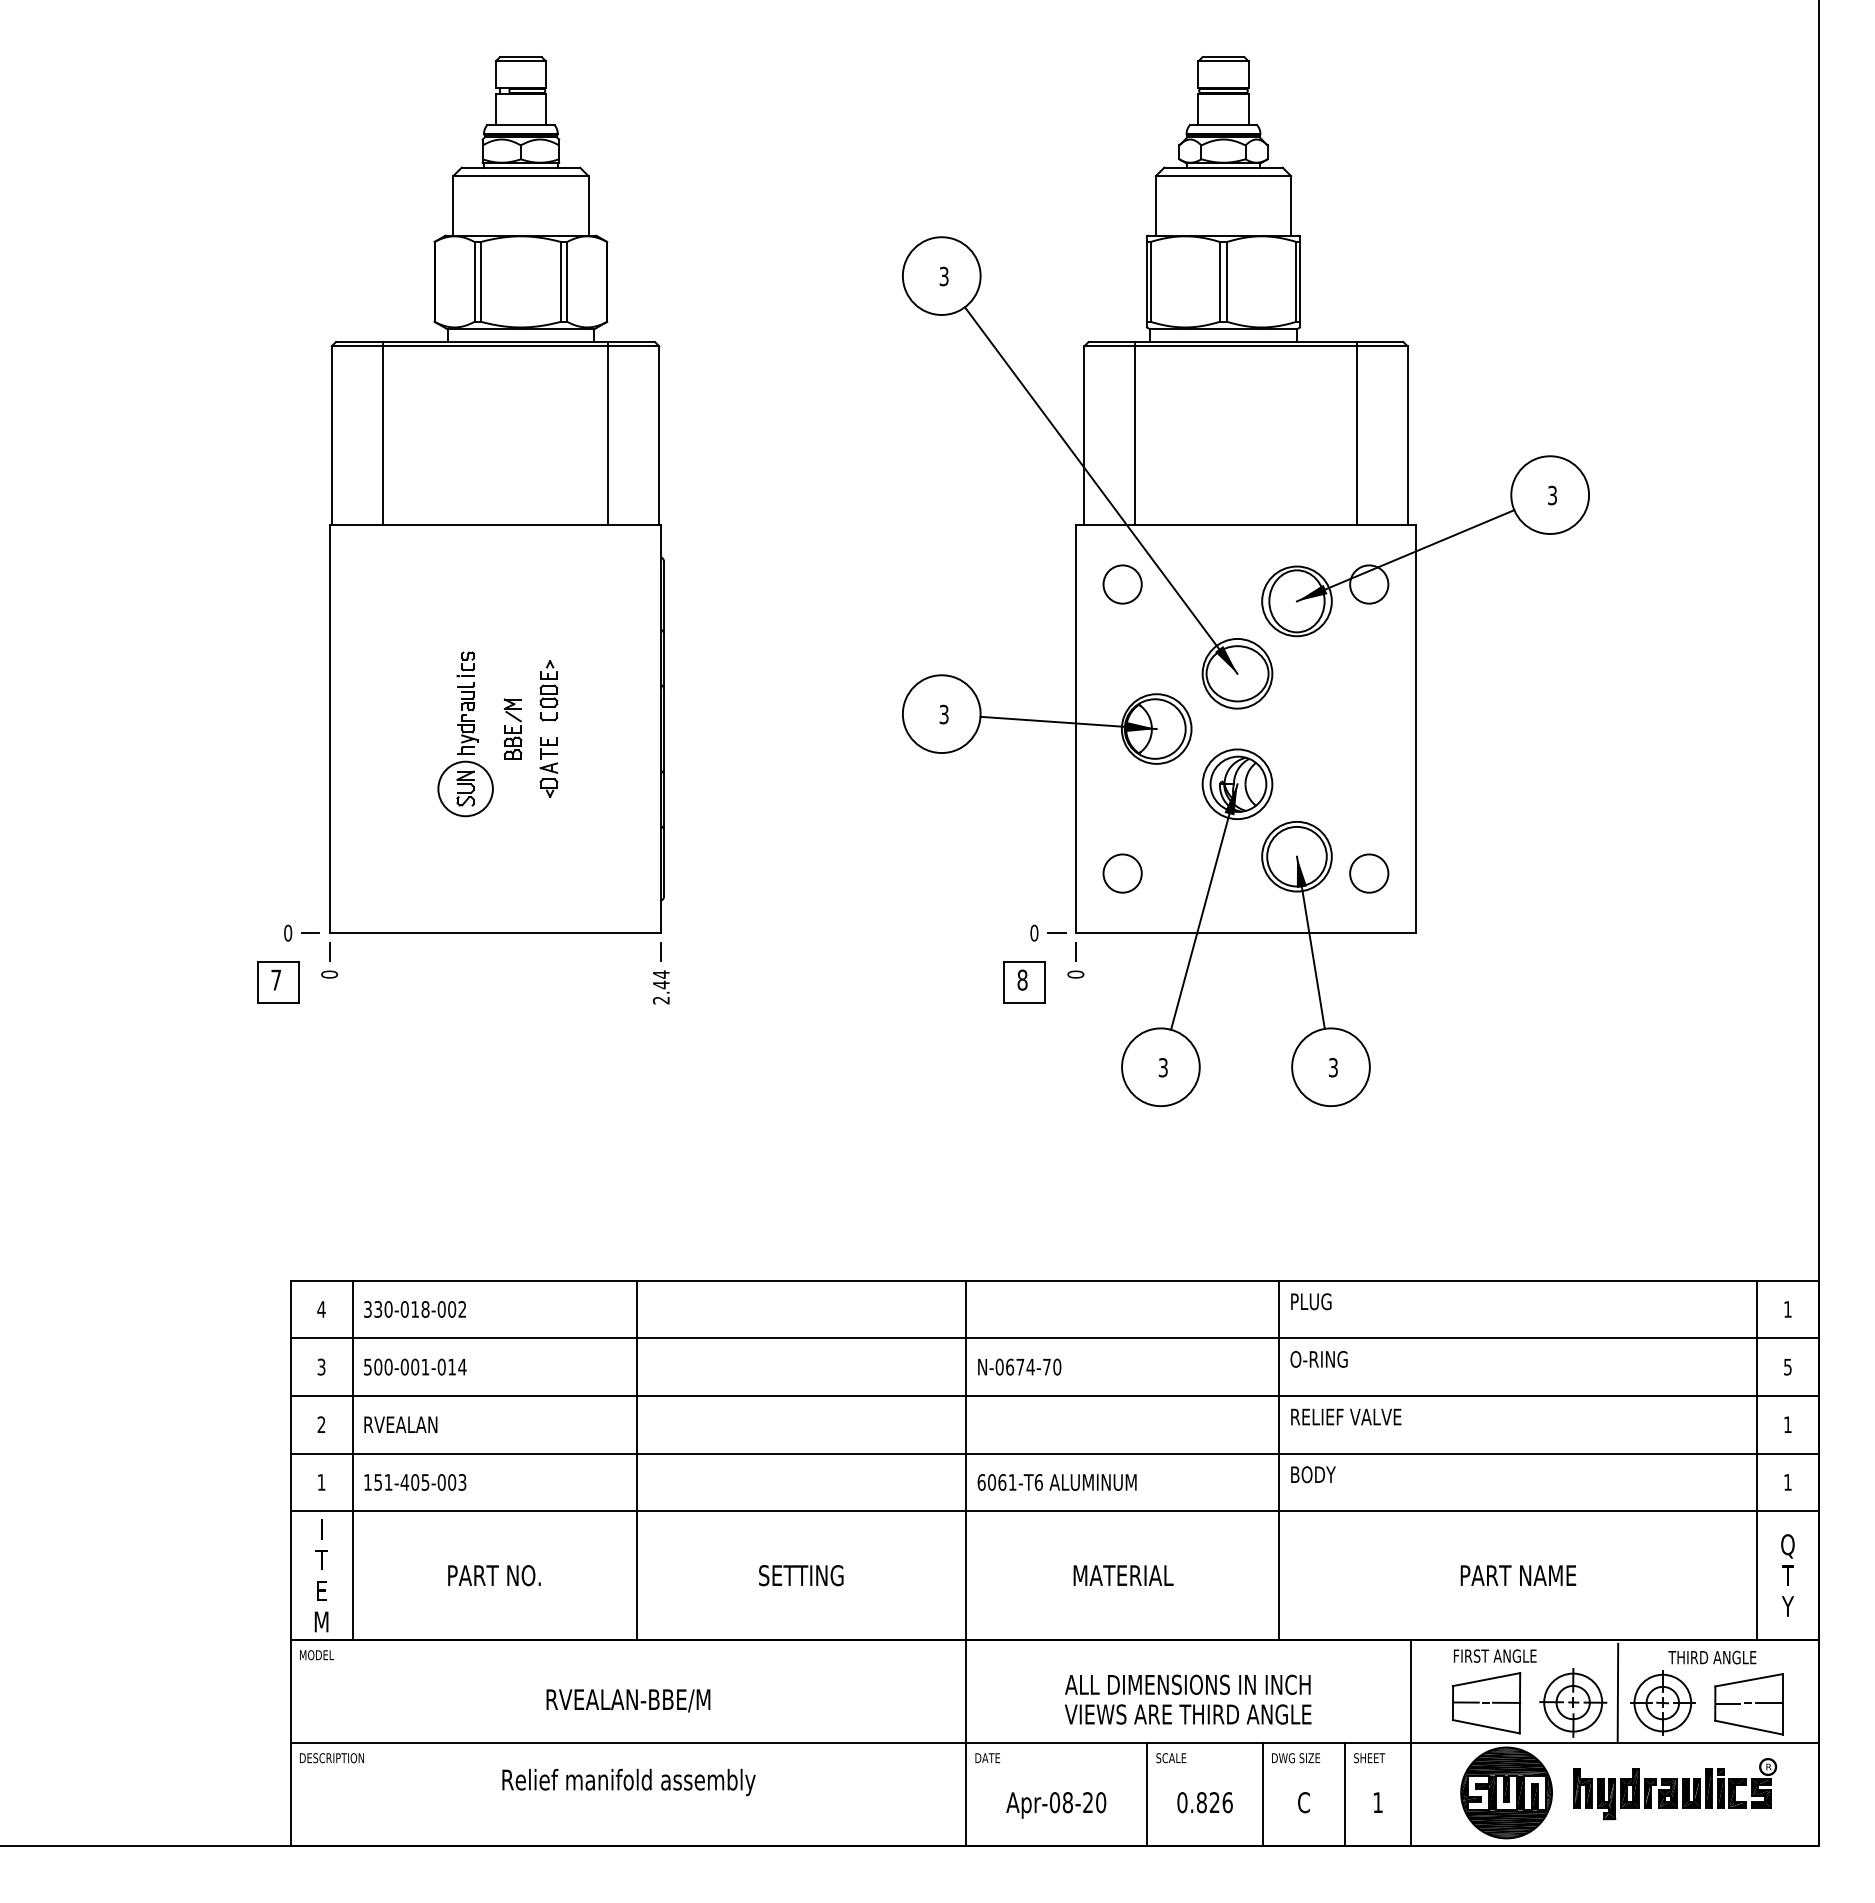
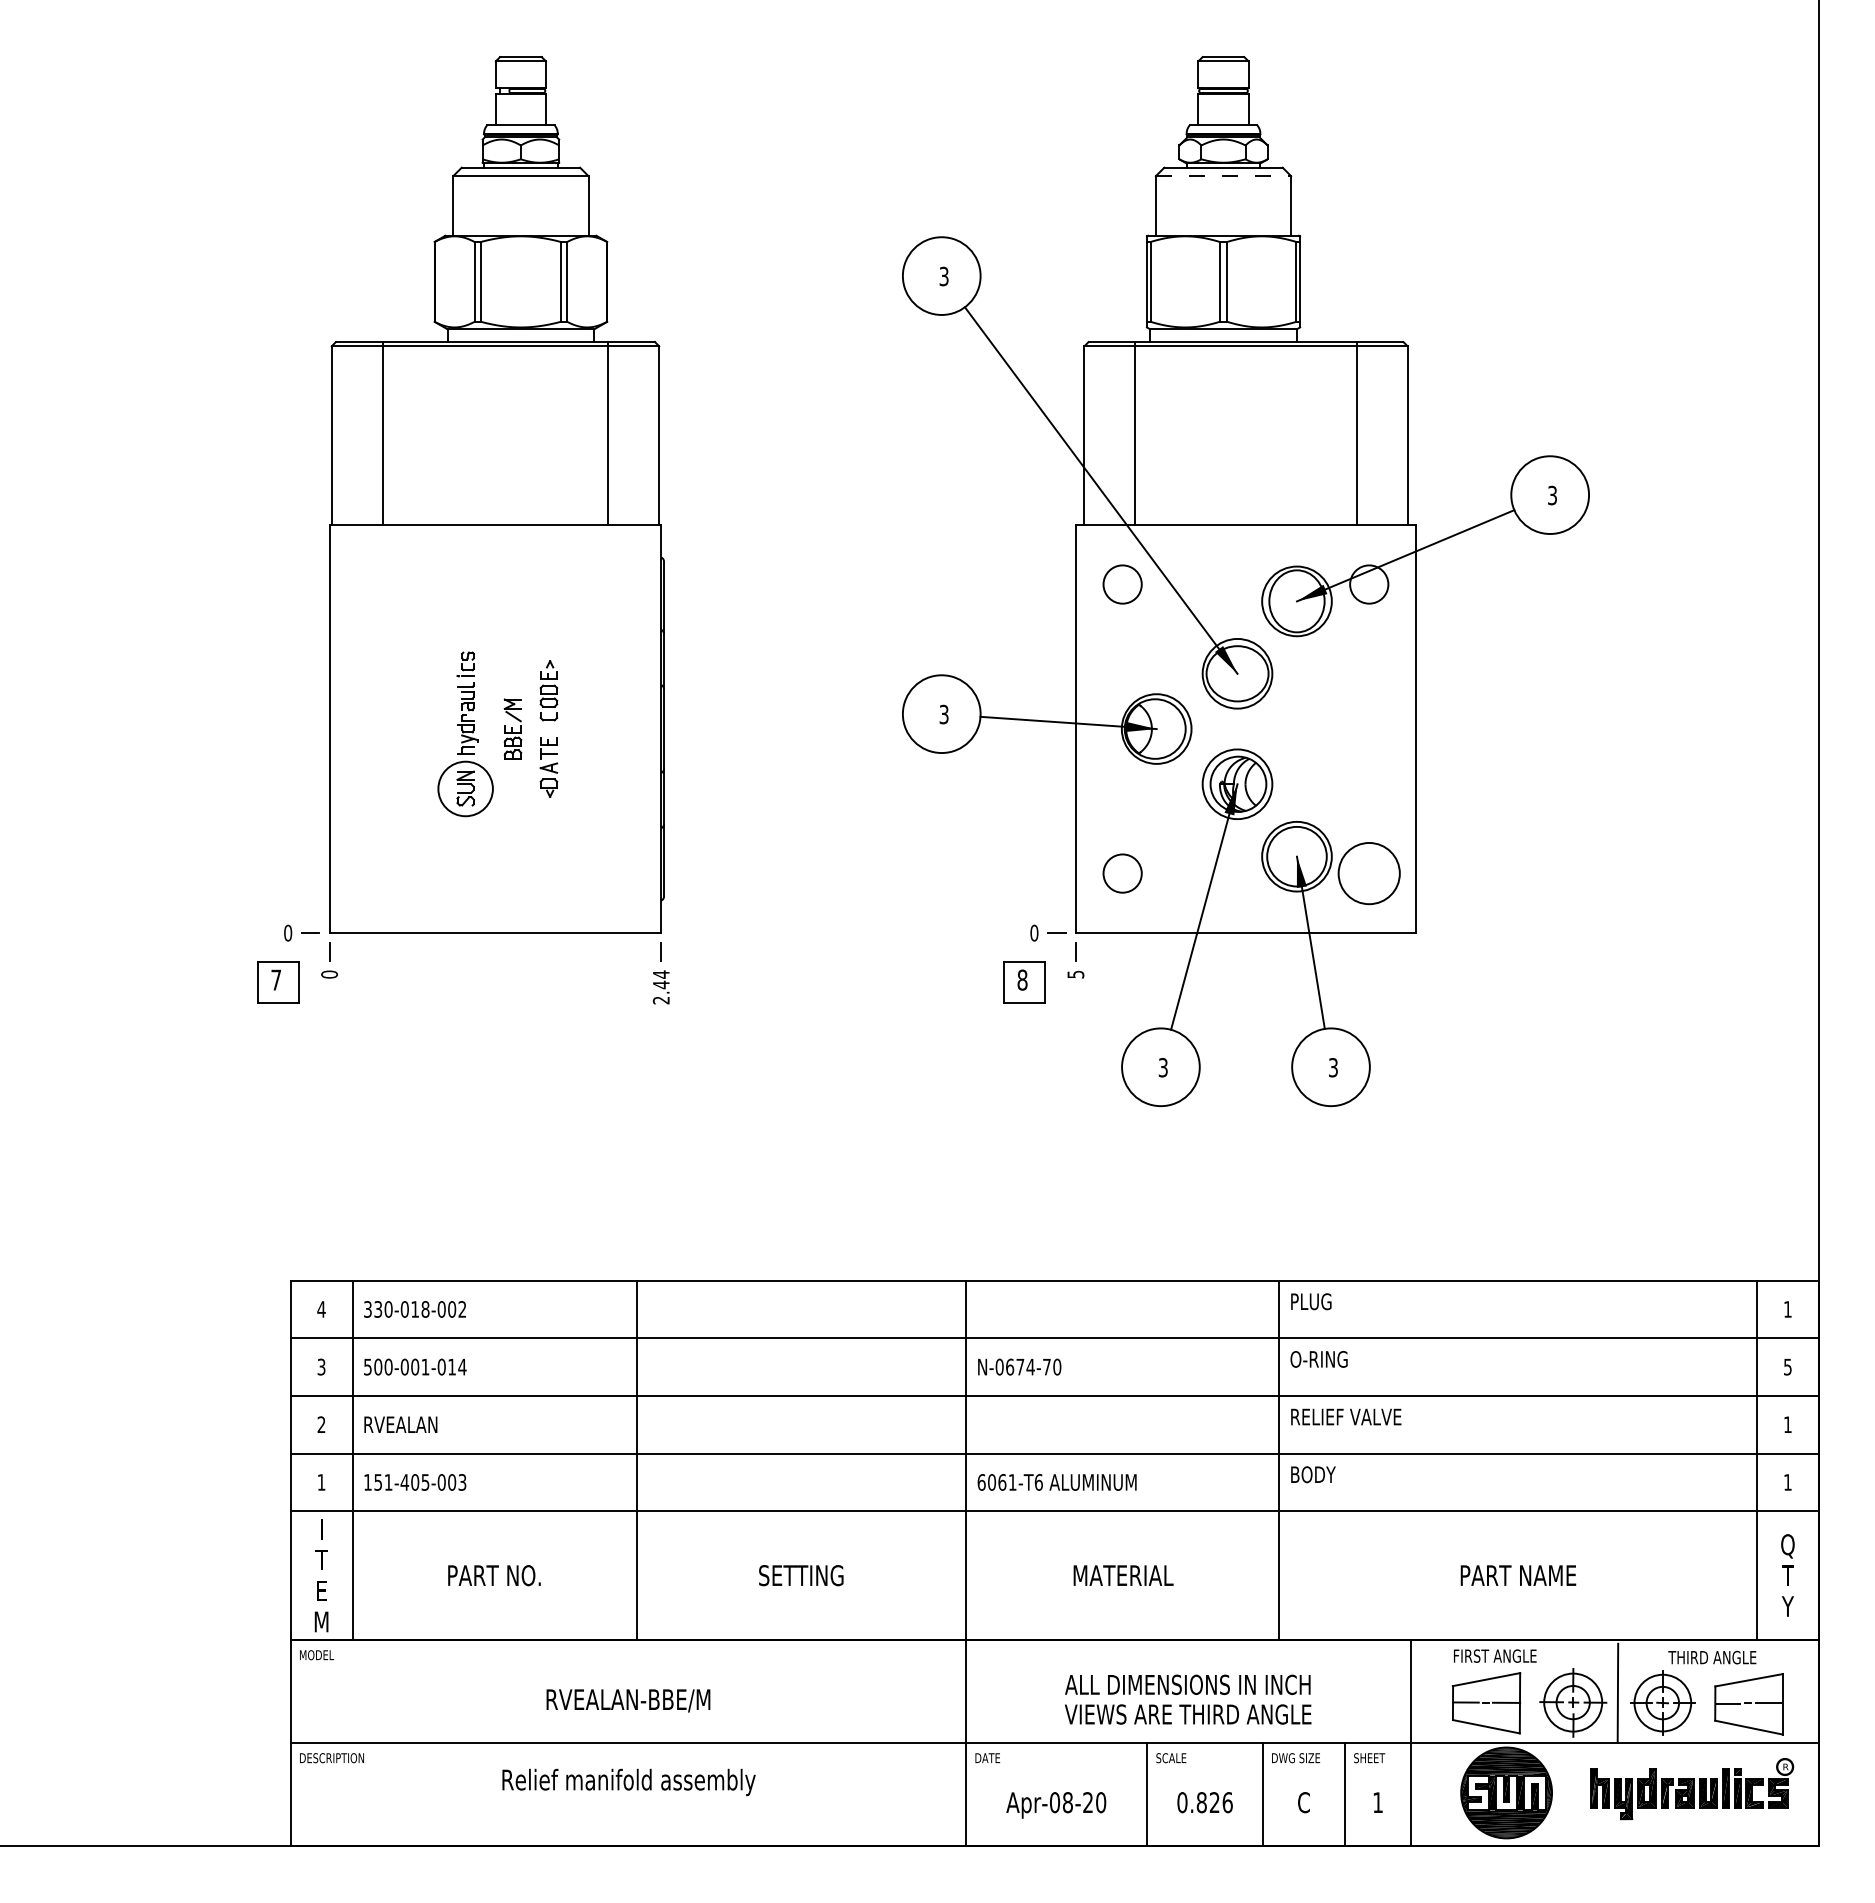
line at (1223, 176): solid -> dashed
circle at (1369, 873) diameter: 38 px -> 61 px
text at (1075, 974): 0 -> 5
part at (1675, 1789) position: (1675, 1789) -> (1692, 1789)
